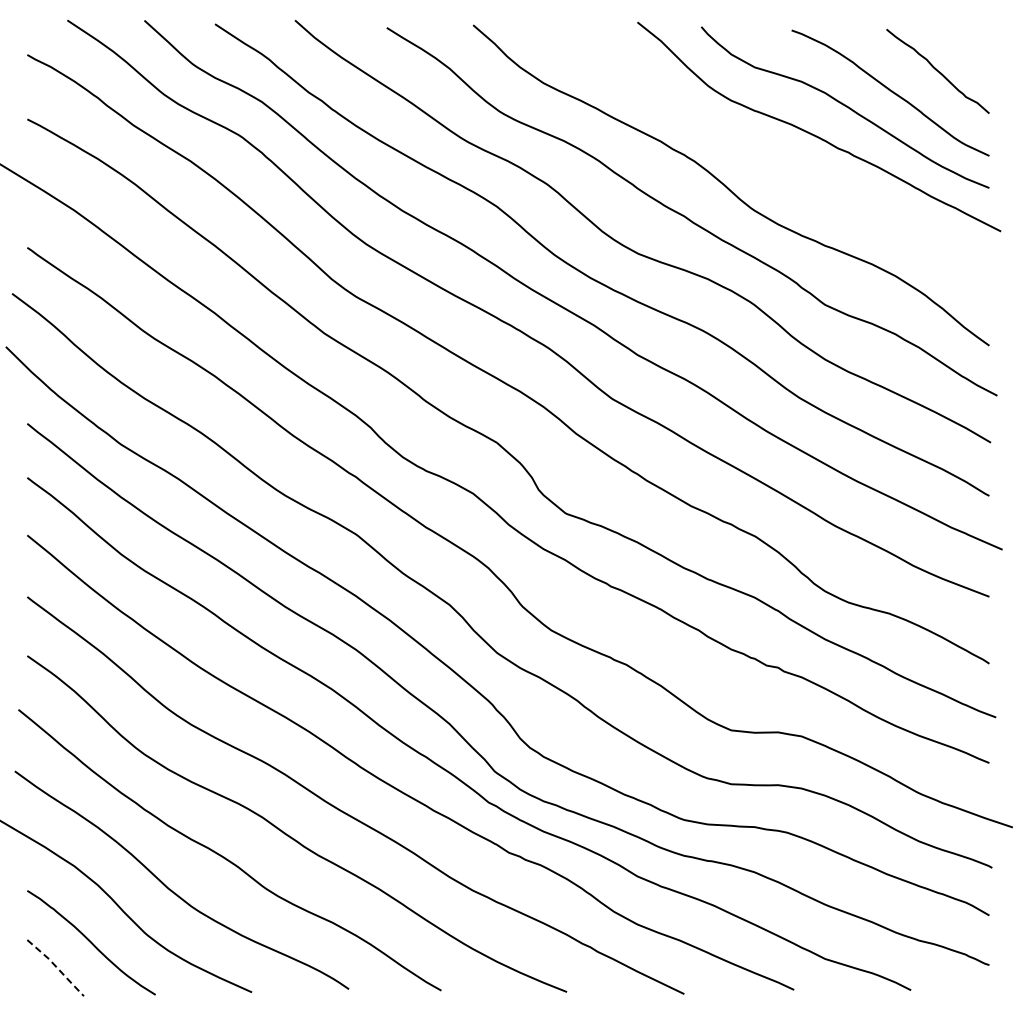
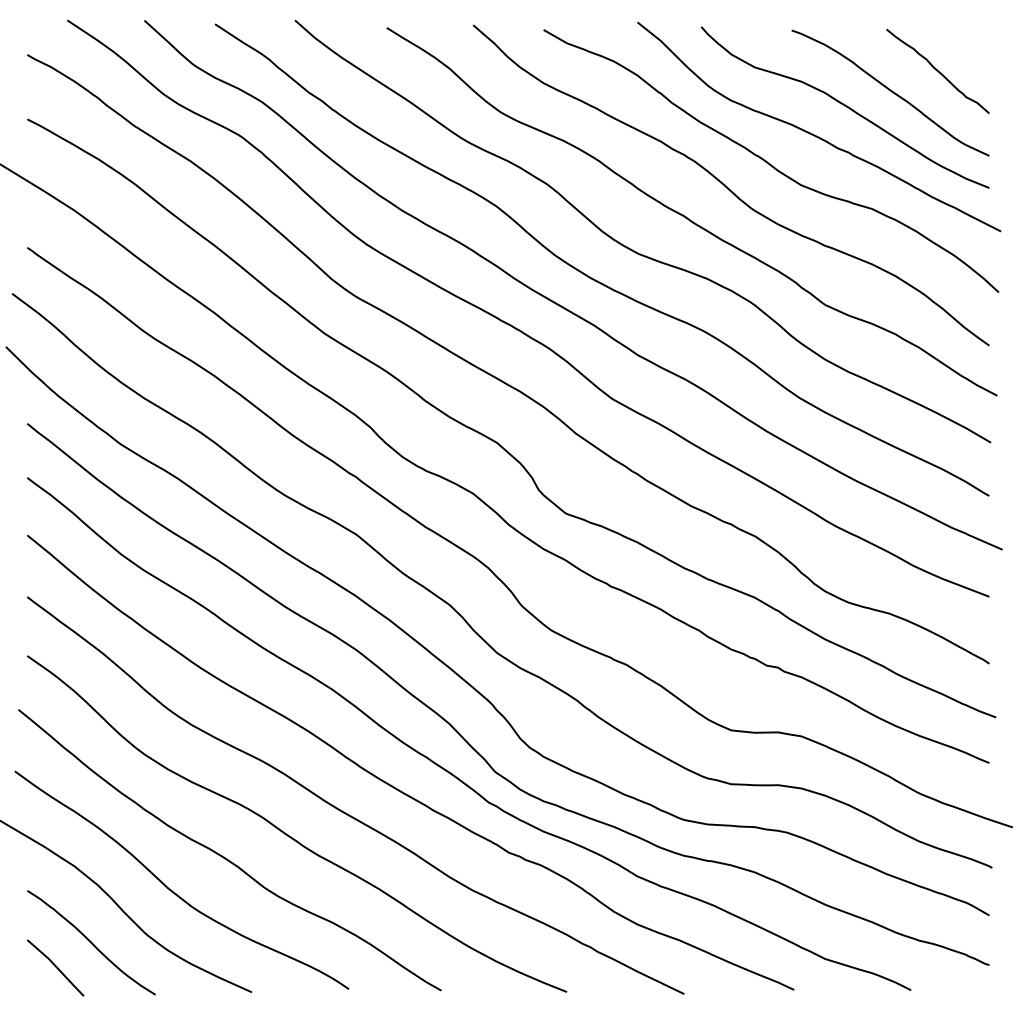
curve at (770, 163): none -> present
line at (57, 967): dashed -> solid
